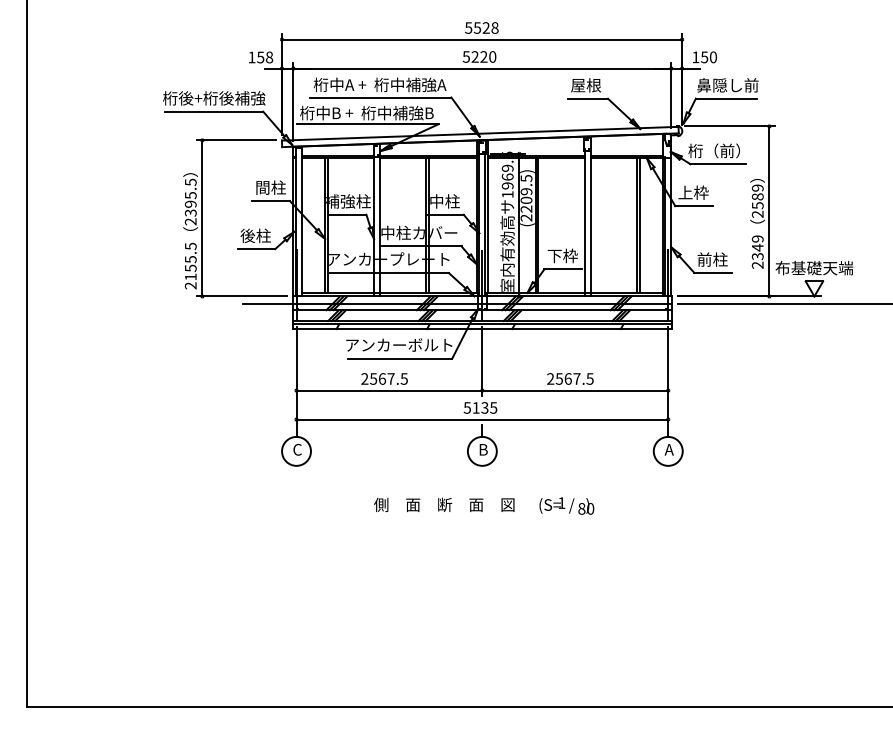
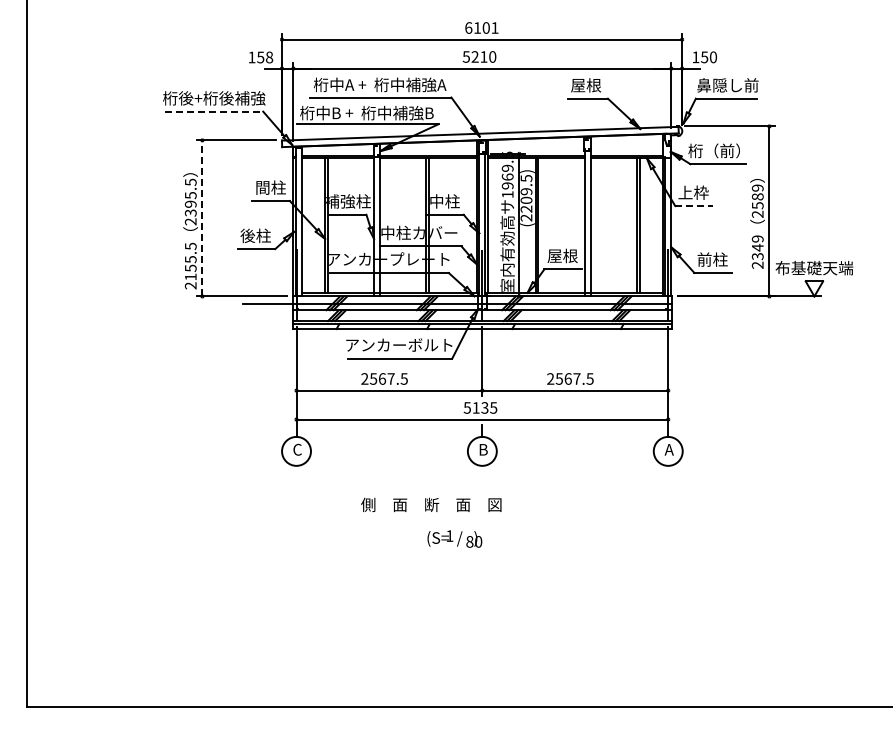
text at (481, 27): 5528 -> 6101
text at (483, 56): 5220 -> 5210
line at (214, 111): solid -> dashed
line at (694, 206): solid -> dashed
line at (202, 217): solid -> dashed
text at (562, 255): 下枠 -> 屋根
line at (783, 303): present -> none
text at (444, 504) position: (444, 504) -> (431, 504)
text at (566, 505) position: (566, 505) -> (454, 538)
